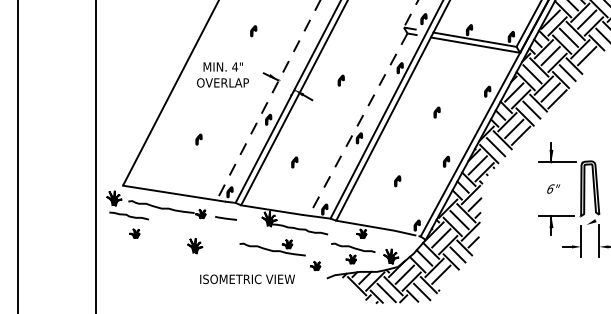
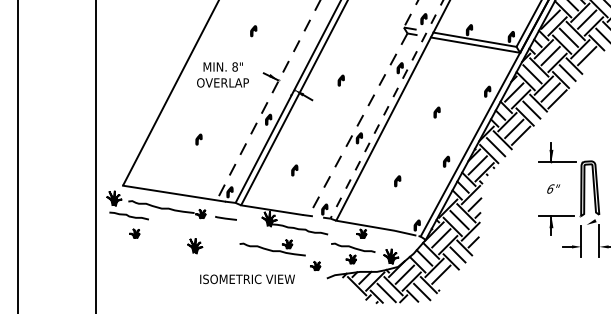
text at (235, 66): 4" -> 8"
line at (380, 122): solid -> dashed
curve at (294, 162) position: (294, 162) -> (294, 170)
